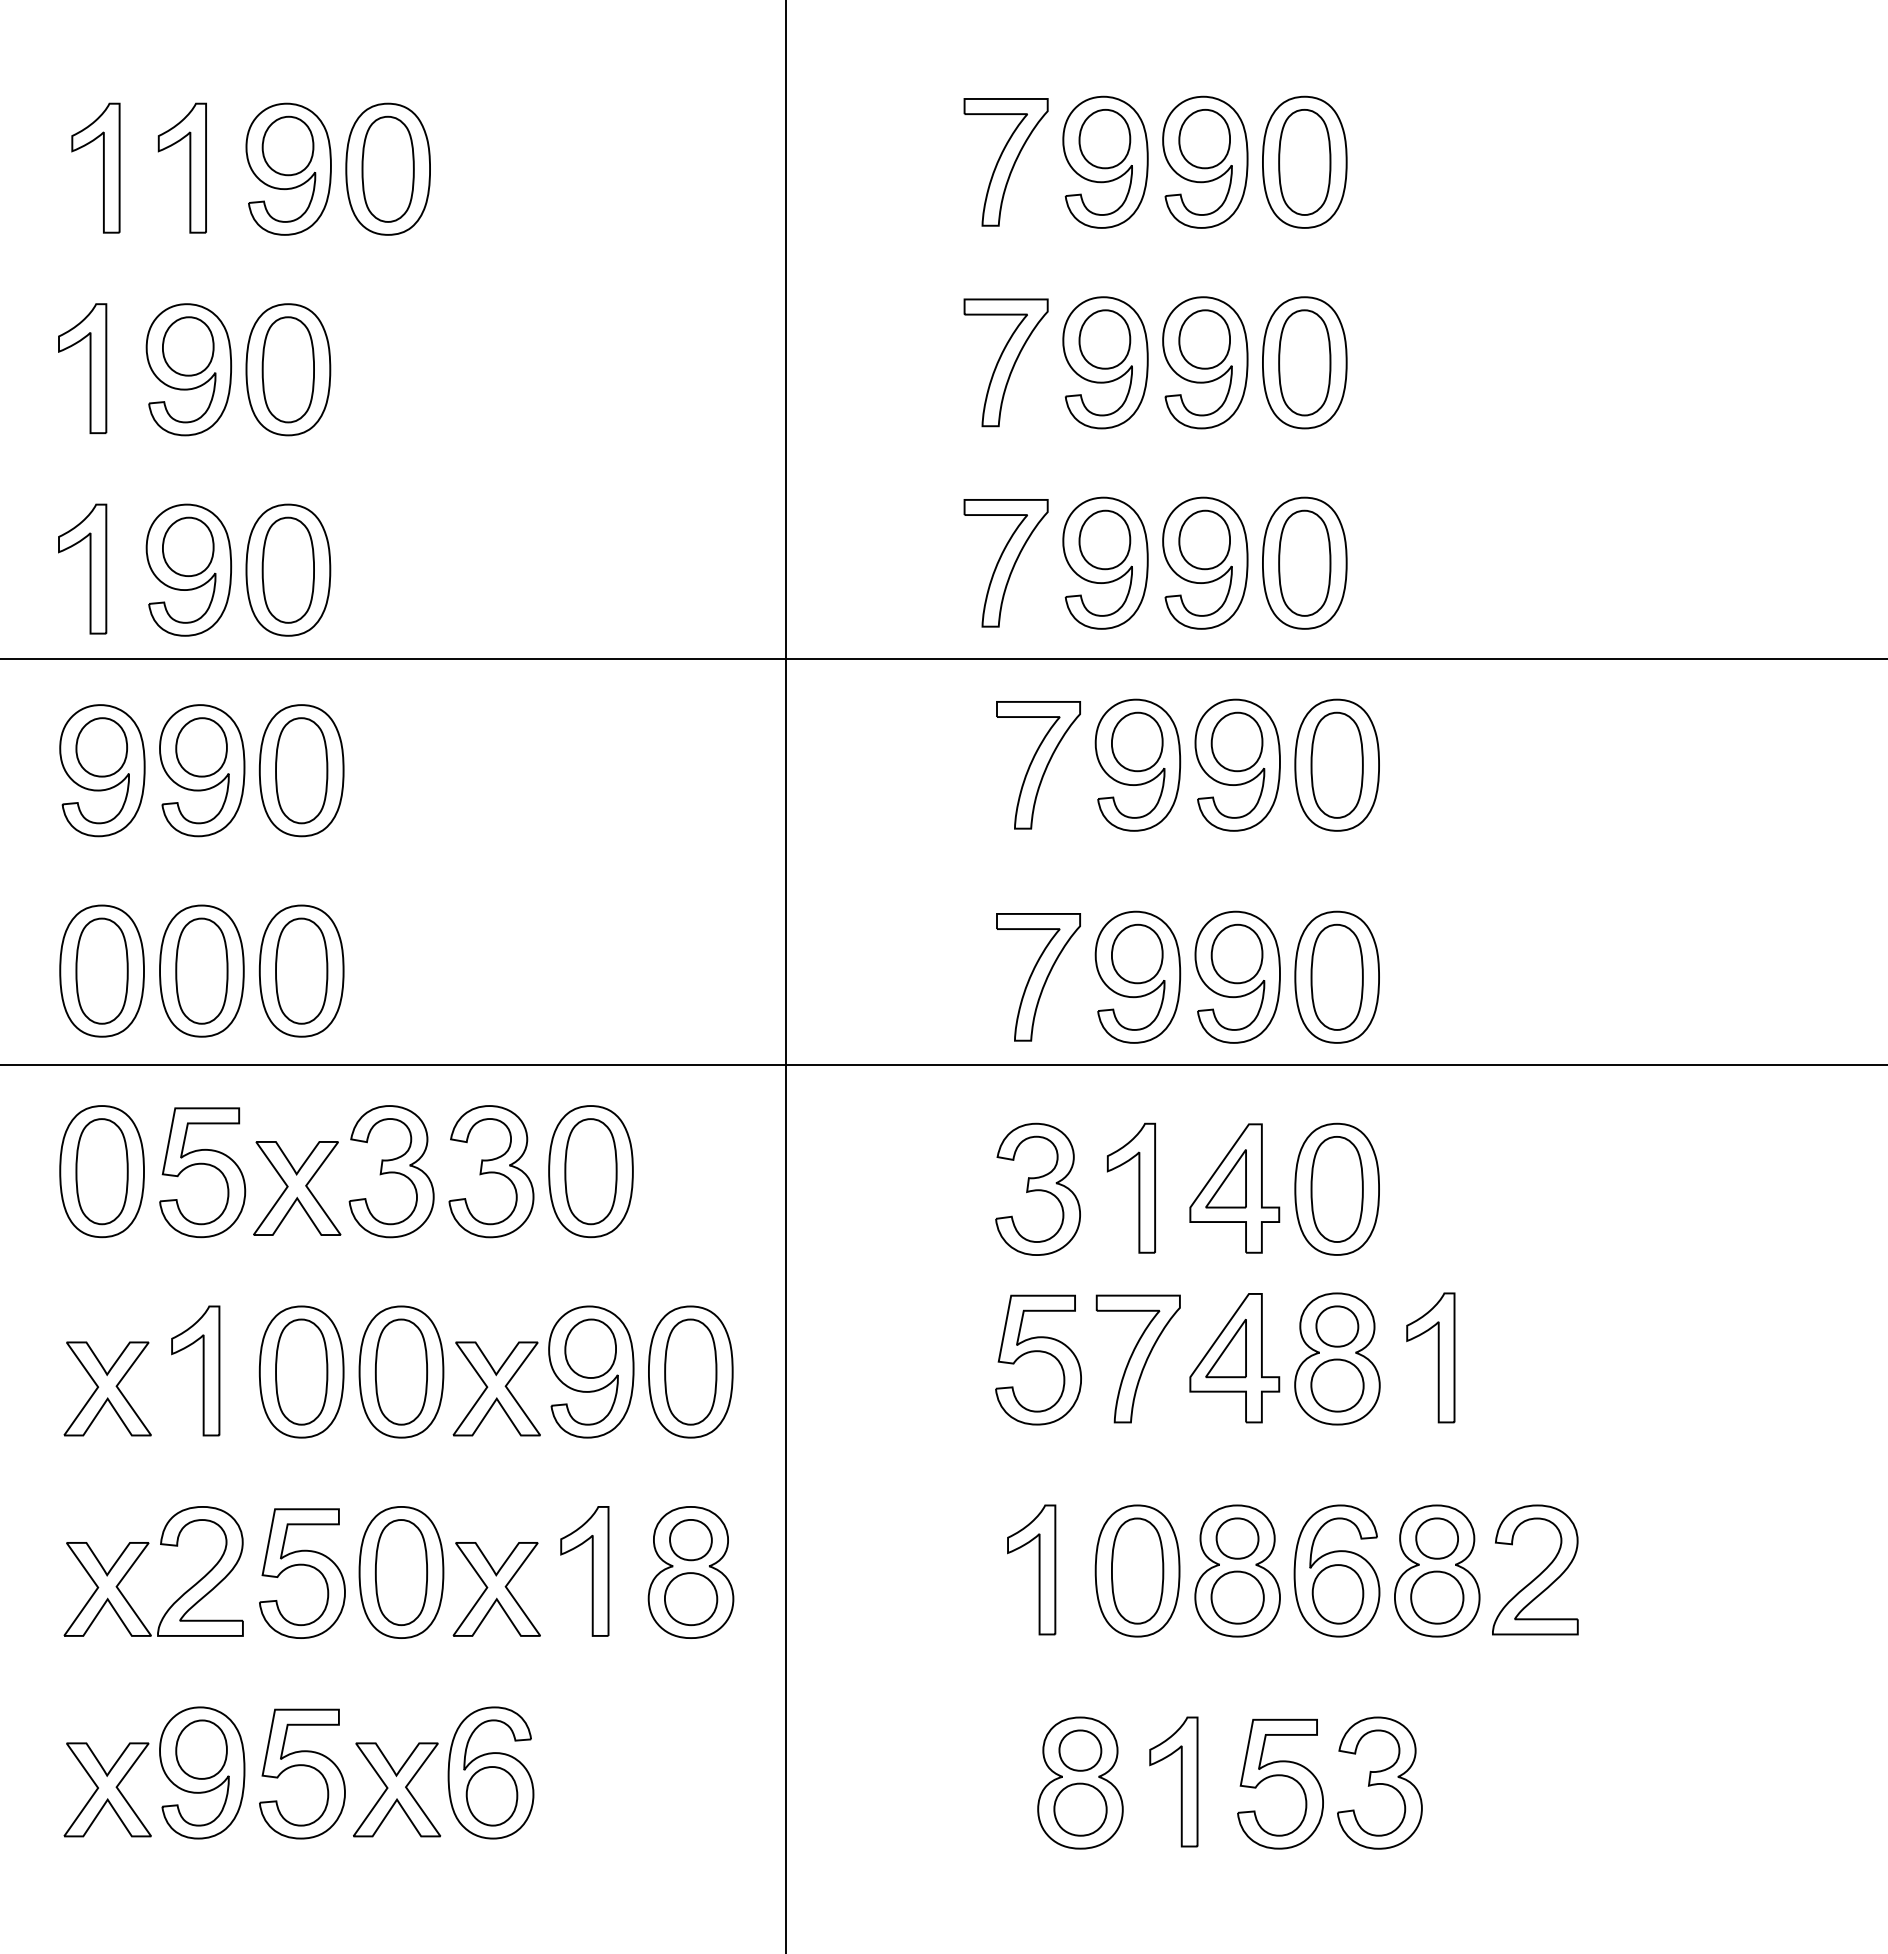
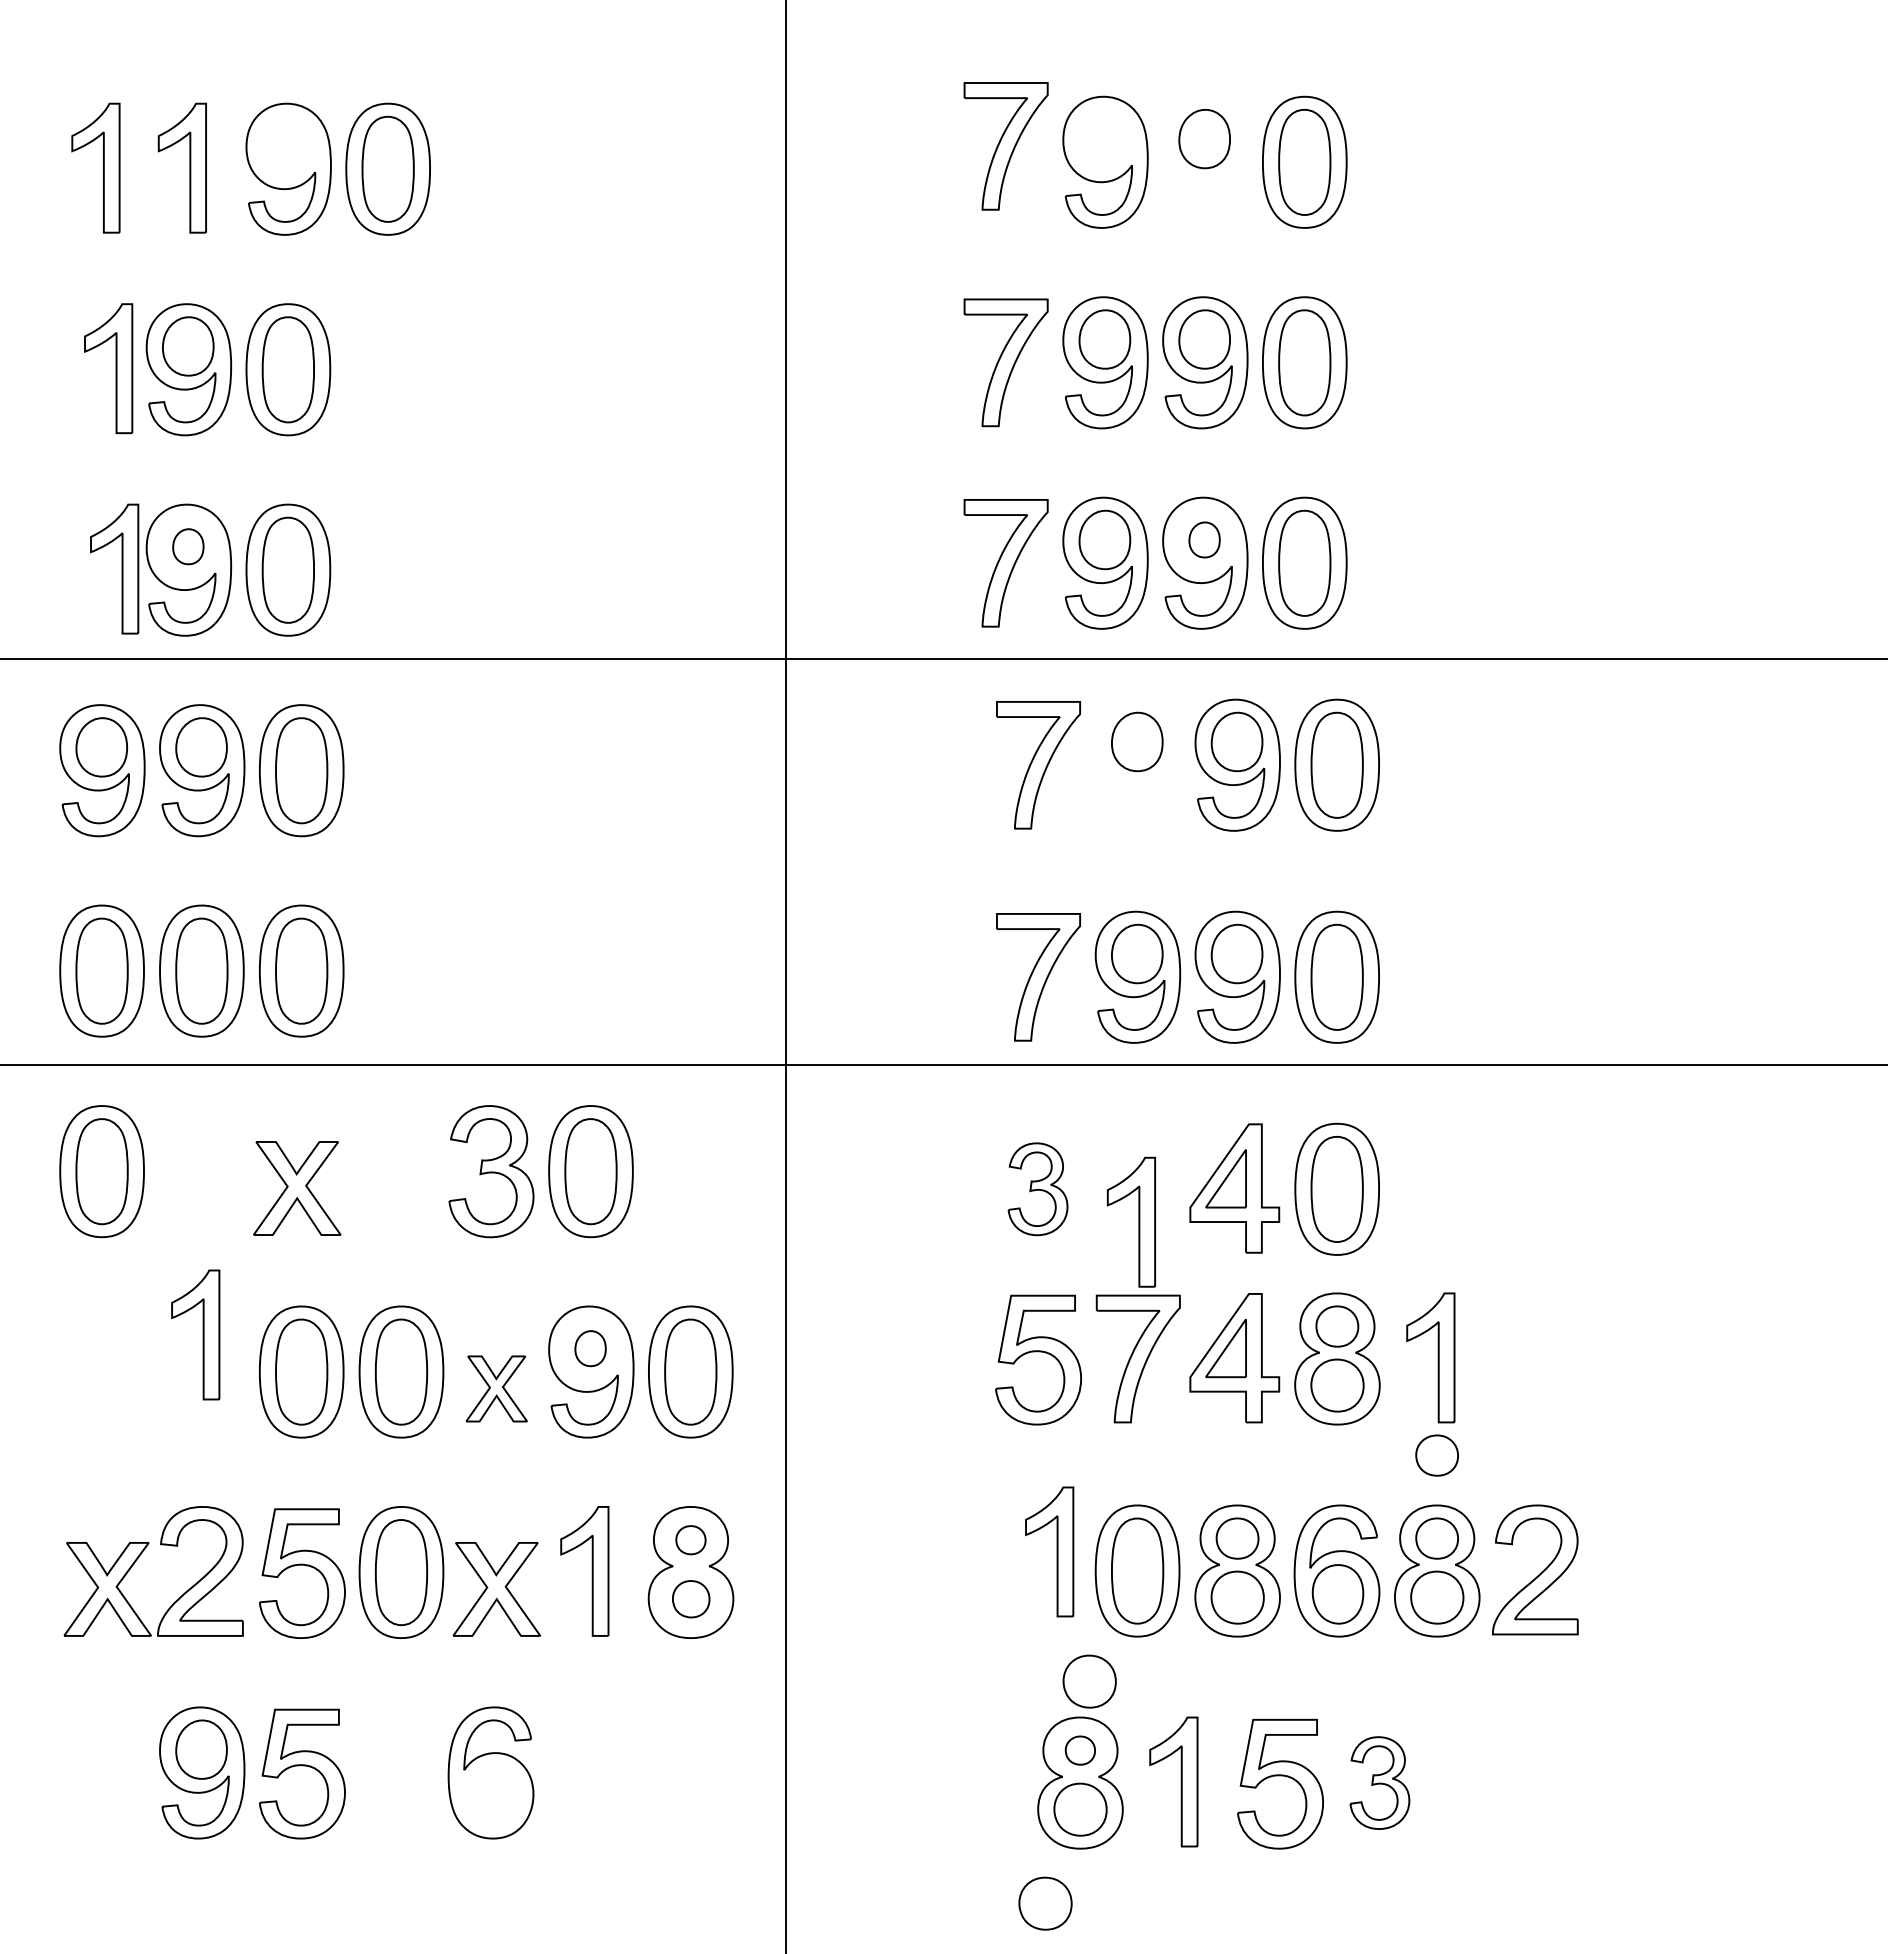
part at (1104, 139): present -> none
part at (287, 145): present -> none
part at (1205, 161): present -> none
part at (1005, 162) position: (1005, 162) -> (1005, 146)
part at (89, 368) position: (89, 368) -> (115, 368)
part at (1204, 539) size: 53x62 px -> 33x38 px
part at (188, 546) size: 53x61 px -> 33x38 px
part at (89, 568) position: (89, 568) -> (121, 568)
part at (1137, 764): present -> none
part at (202, 1164): present -> none
part at (391, 1171): present -> none
part at (1138, 1187) position: (1138, 1187) -> (1138, 1221)
part at (1037, 1188) size: 86x134 px -> 62x95 px
part at (590, 1348) size: 53x61 px -> 33x38 px
part at (202, 1370) position: (202, 1370) -> (202, 1334)
part at (107, 1388): present -> none
part at (496, 1388) size: 89x96 px -> 63x68 px
part at (1436, 1455): none -> present
part at (690, 1540) size: 44x43 px -> 32x31 px
part at (1038, 1569) position: (1038, 1569) -> (1056, 1551)
part at (691, 1599) size: 55x55 px -> 39x39 px
part at (1089, 1681): none -> present
part at (1080, 1750) size: 45x43 px -> 32x31 px
part at (1379, 1782) size: 86x134 px -> 62x94 px
part at (107, 1789): present -> none
part at (397, 1789): present -> none
part at (491, 1796): present -> none
part at (1045, 1903): none -> present
